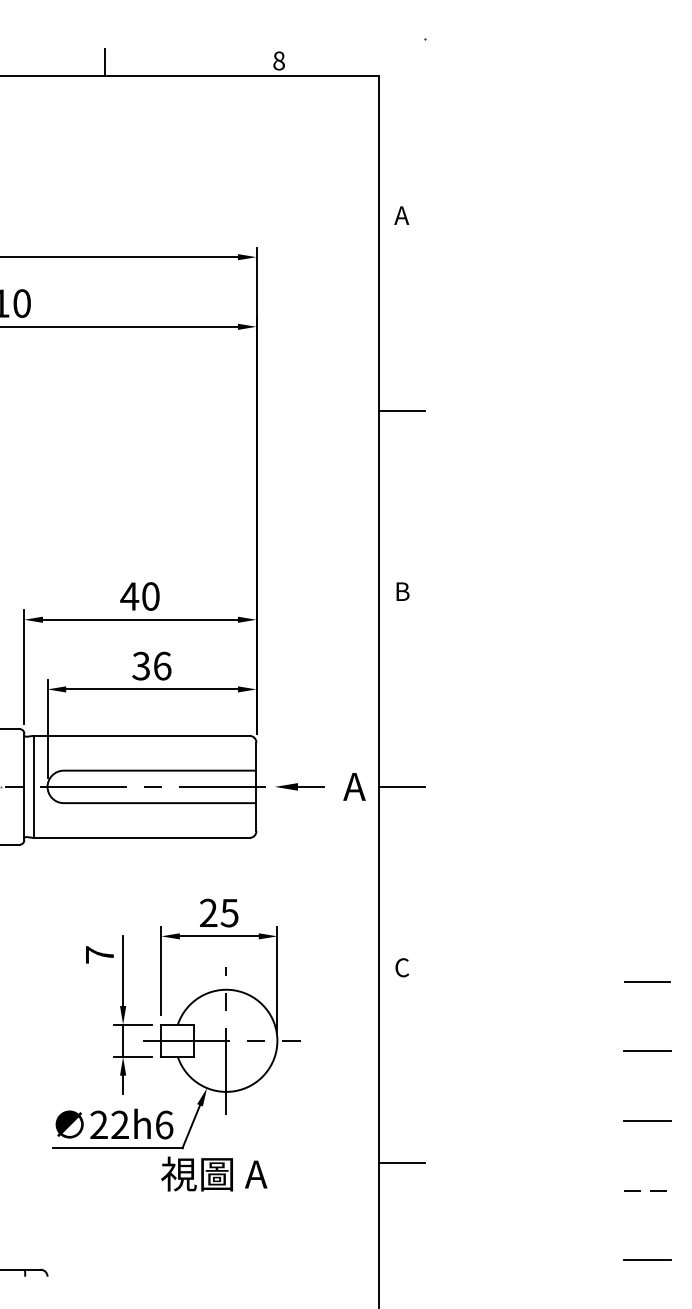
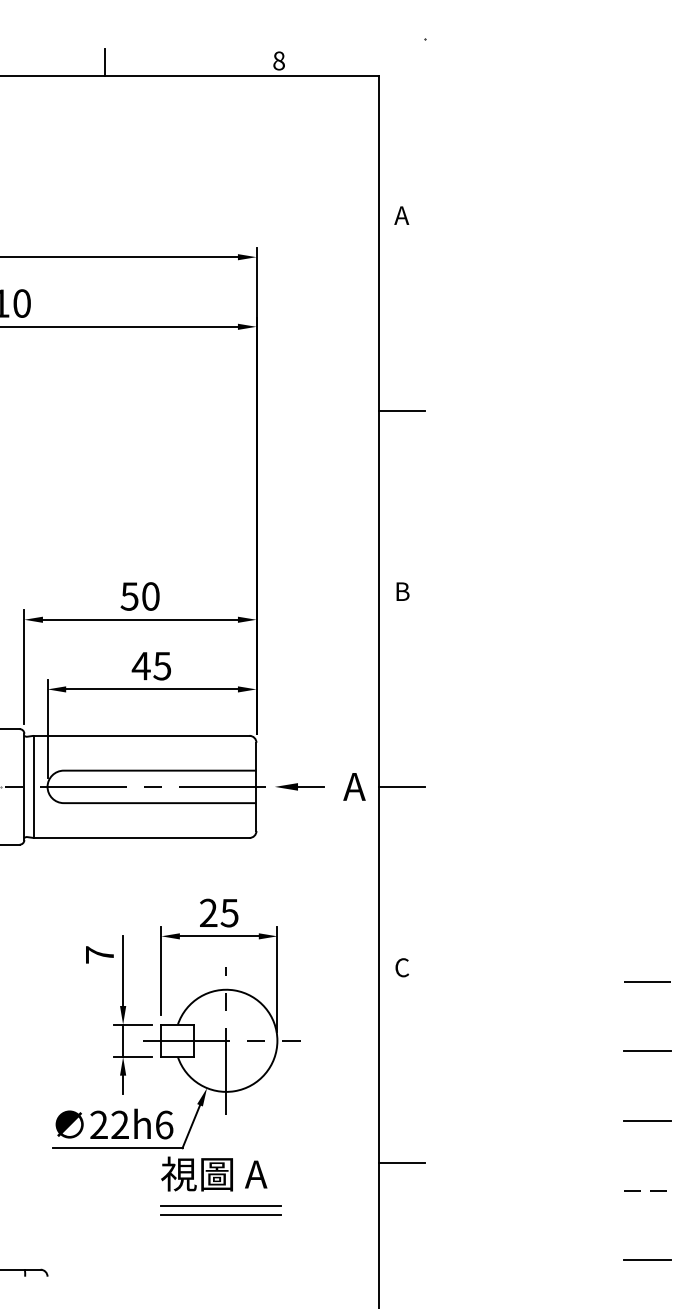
text at (129, 596): 40 -> 50
text at (151, 665): 36 -> 45
line at (220, 1206): none -> present
line at (220, 1215): none -> present
